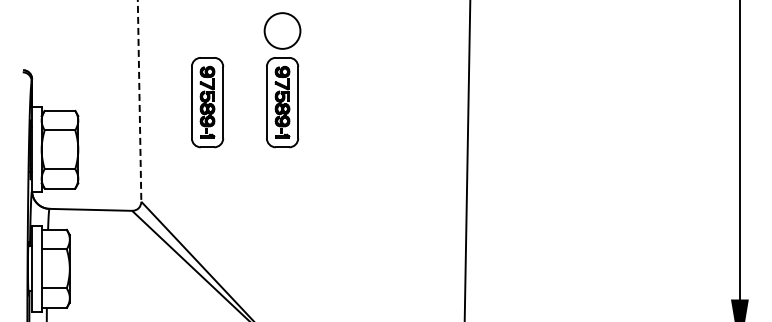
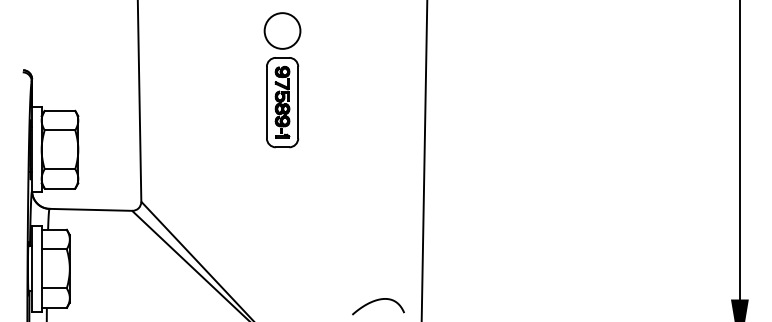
line at (139, 101): dashed -> solid
part at (207, 102): present -> none
line at (467, 160) position: (467, 160) -> (424, 160)
curve at (376, 301): none -> present
